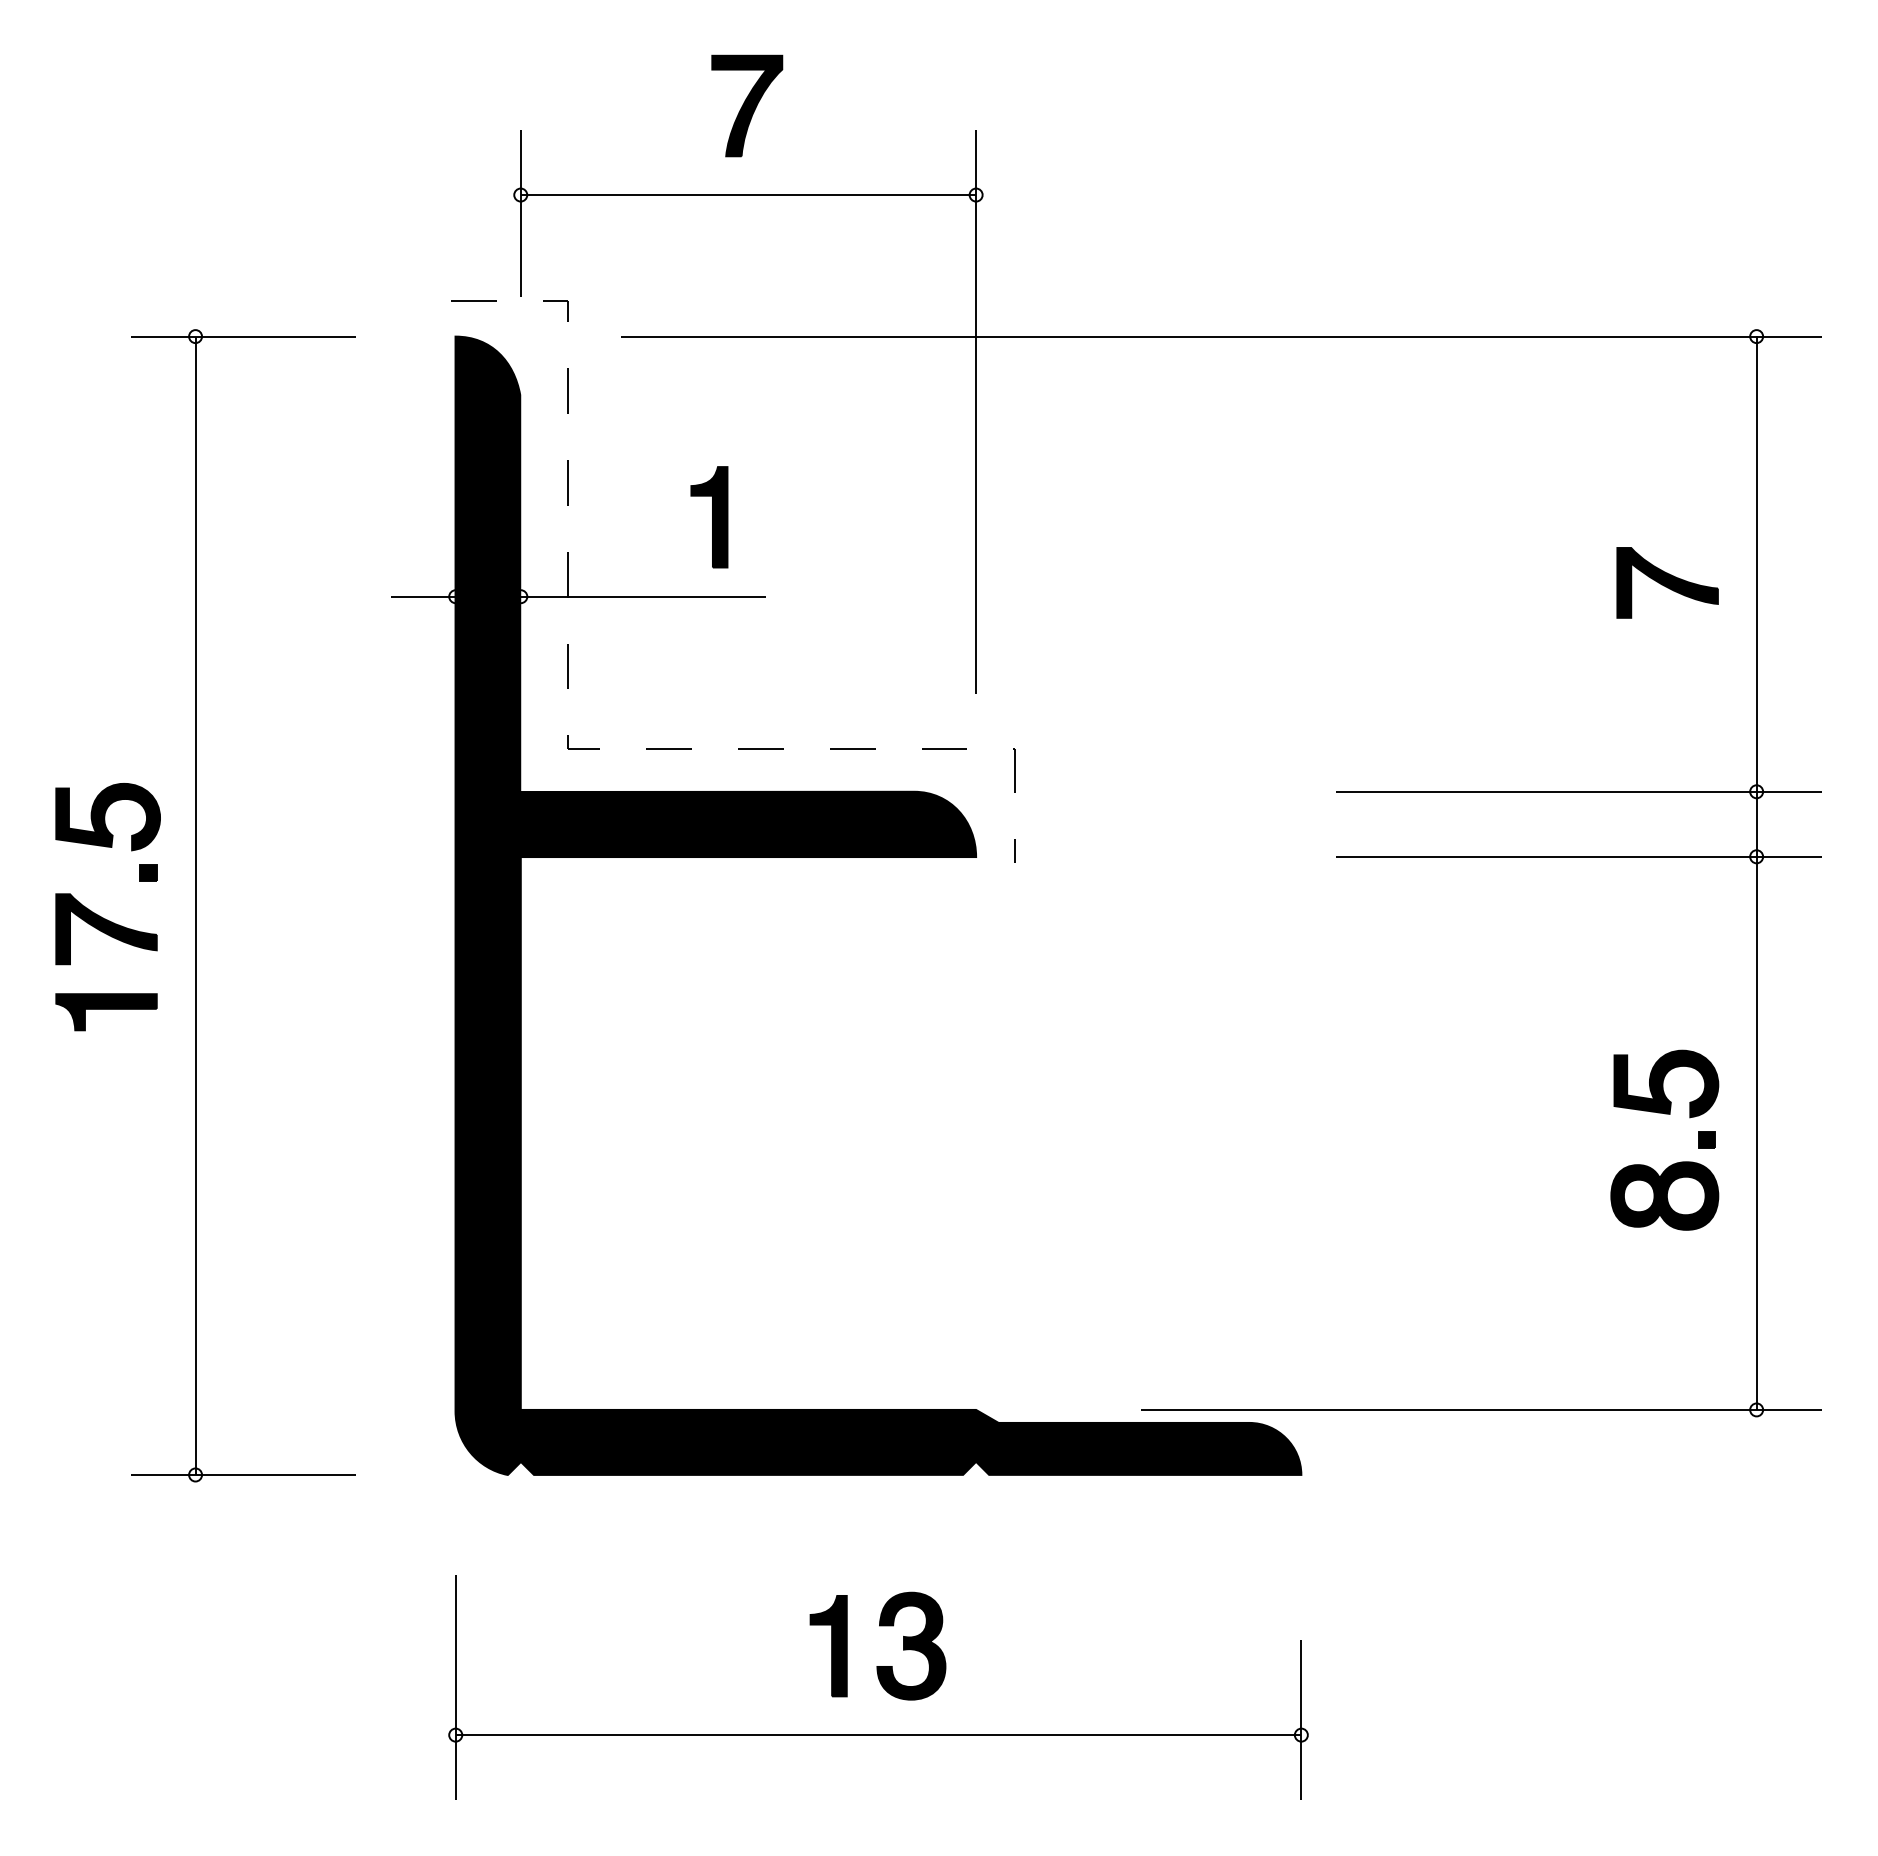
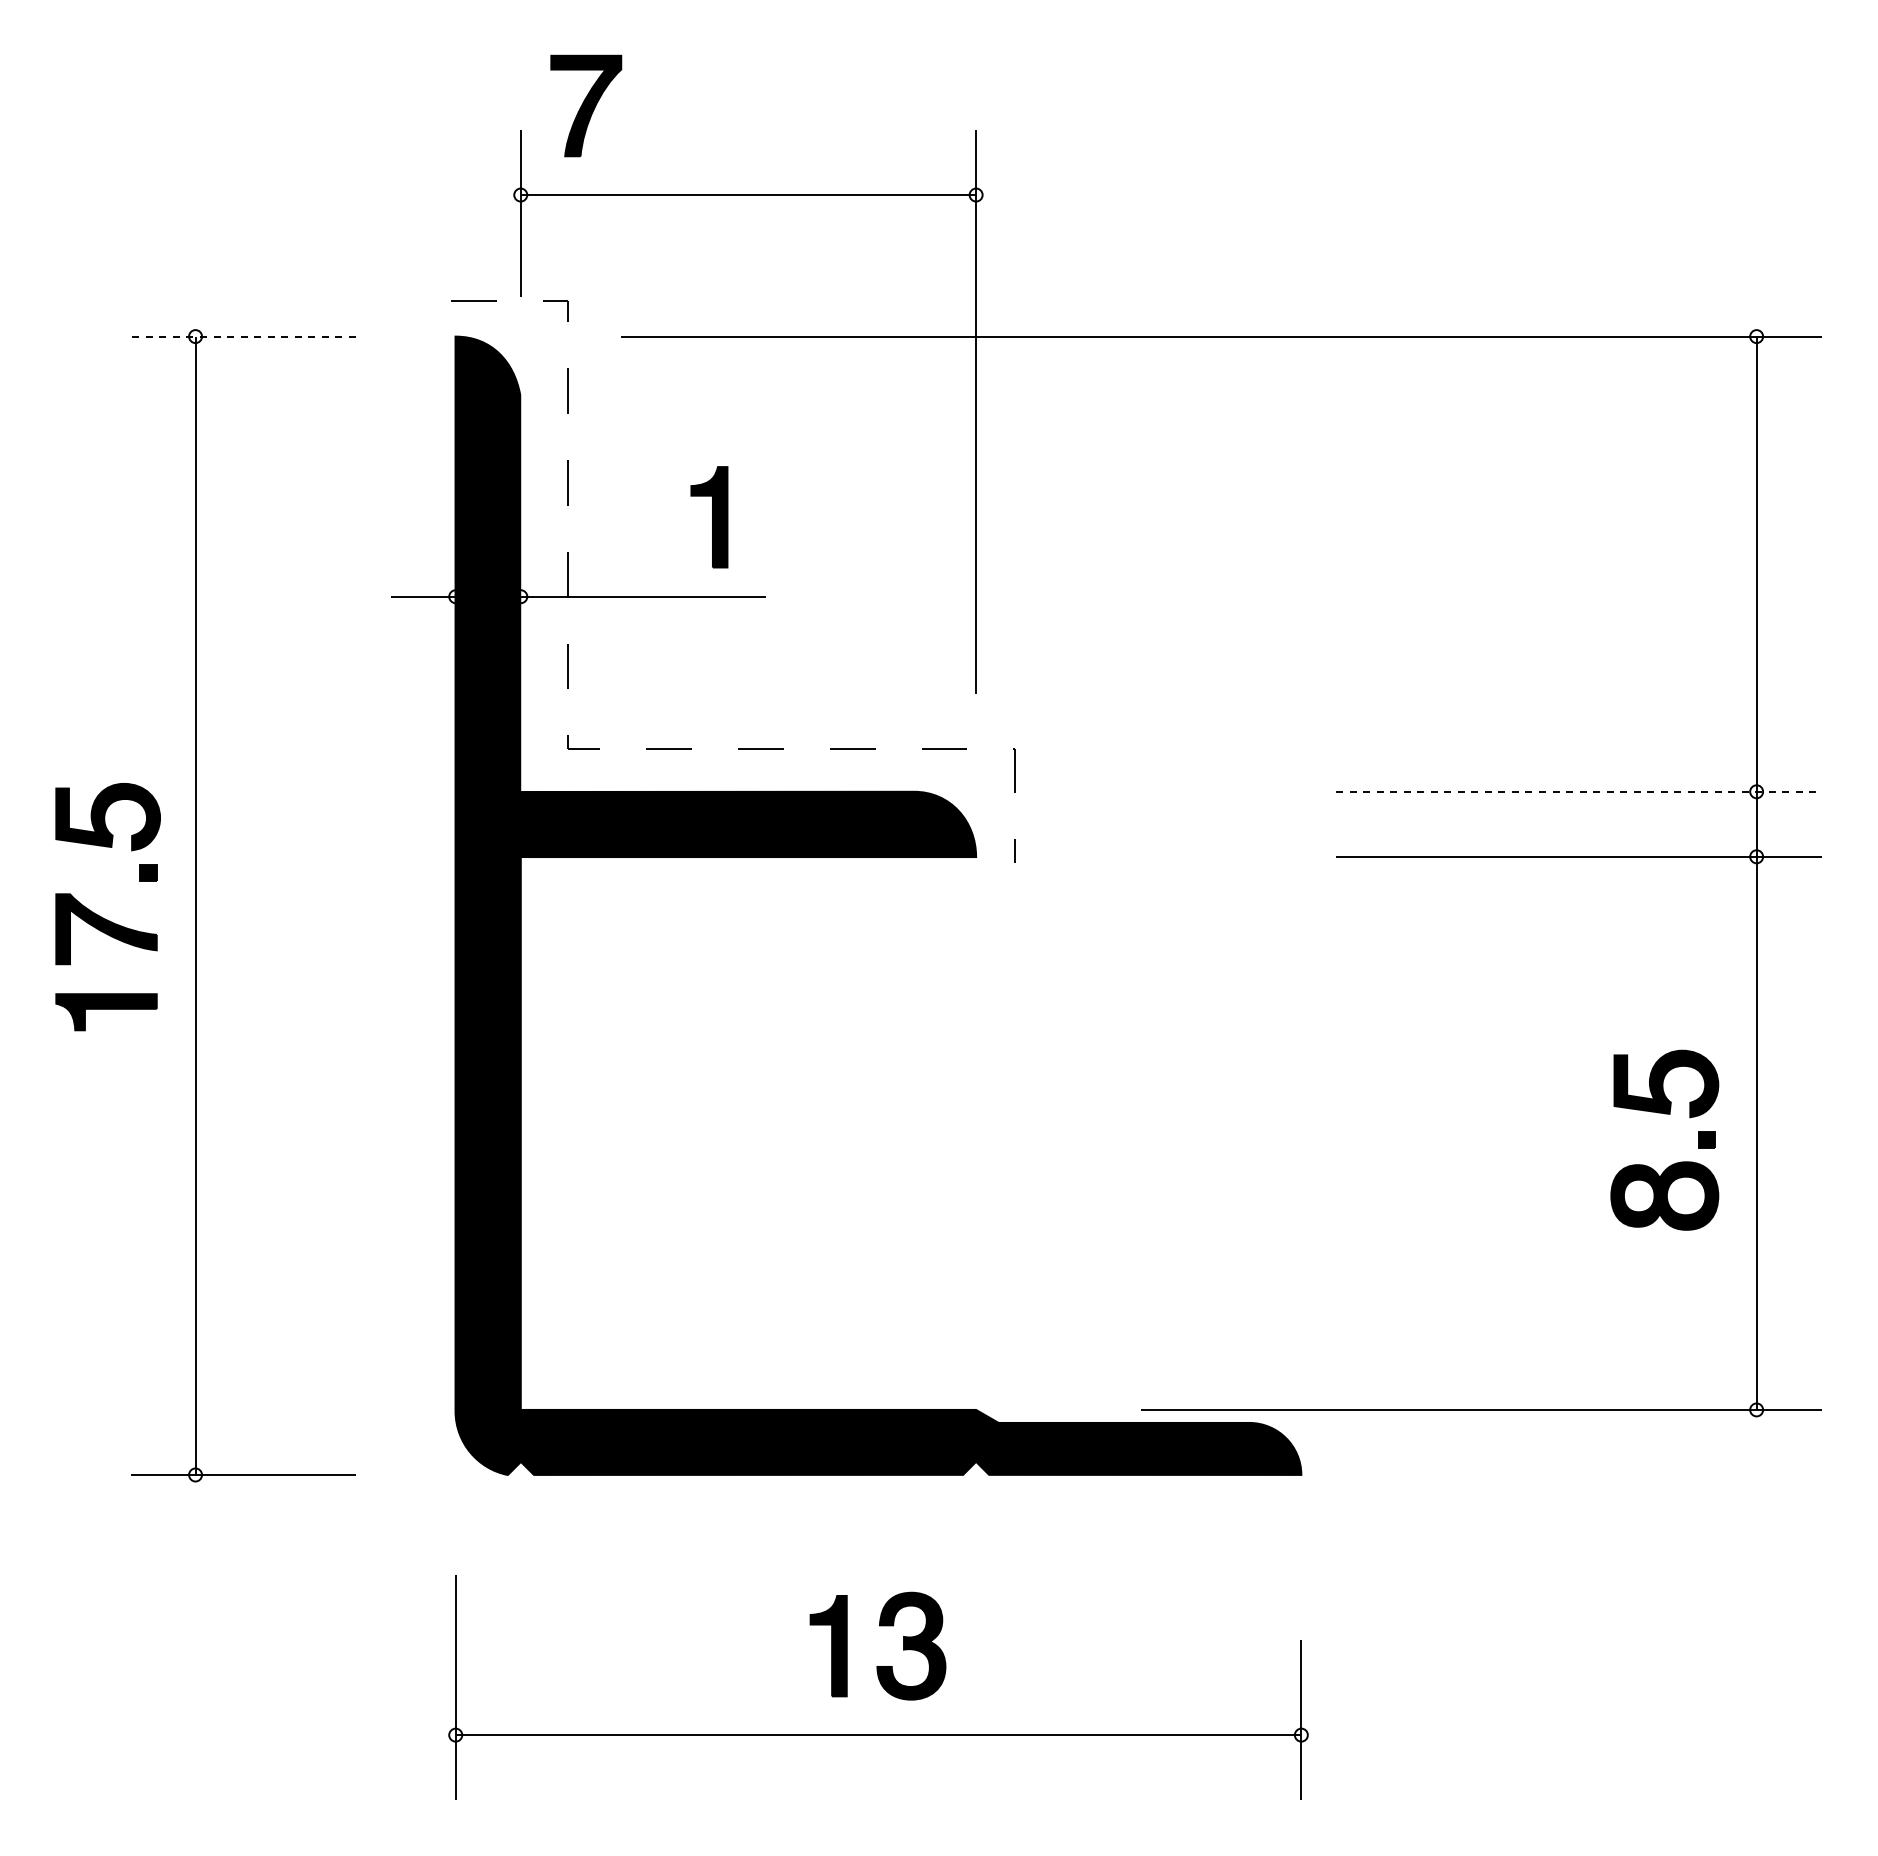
part at (747, 105) position: (747, 105) -> (586, 105)
line at (242, 336): solid -> dashed
part at (1667, 582): present -> none
line at (1579, 791): solid -> dashed
